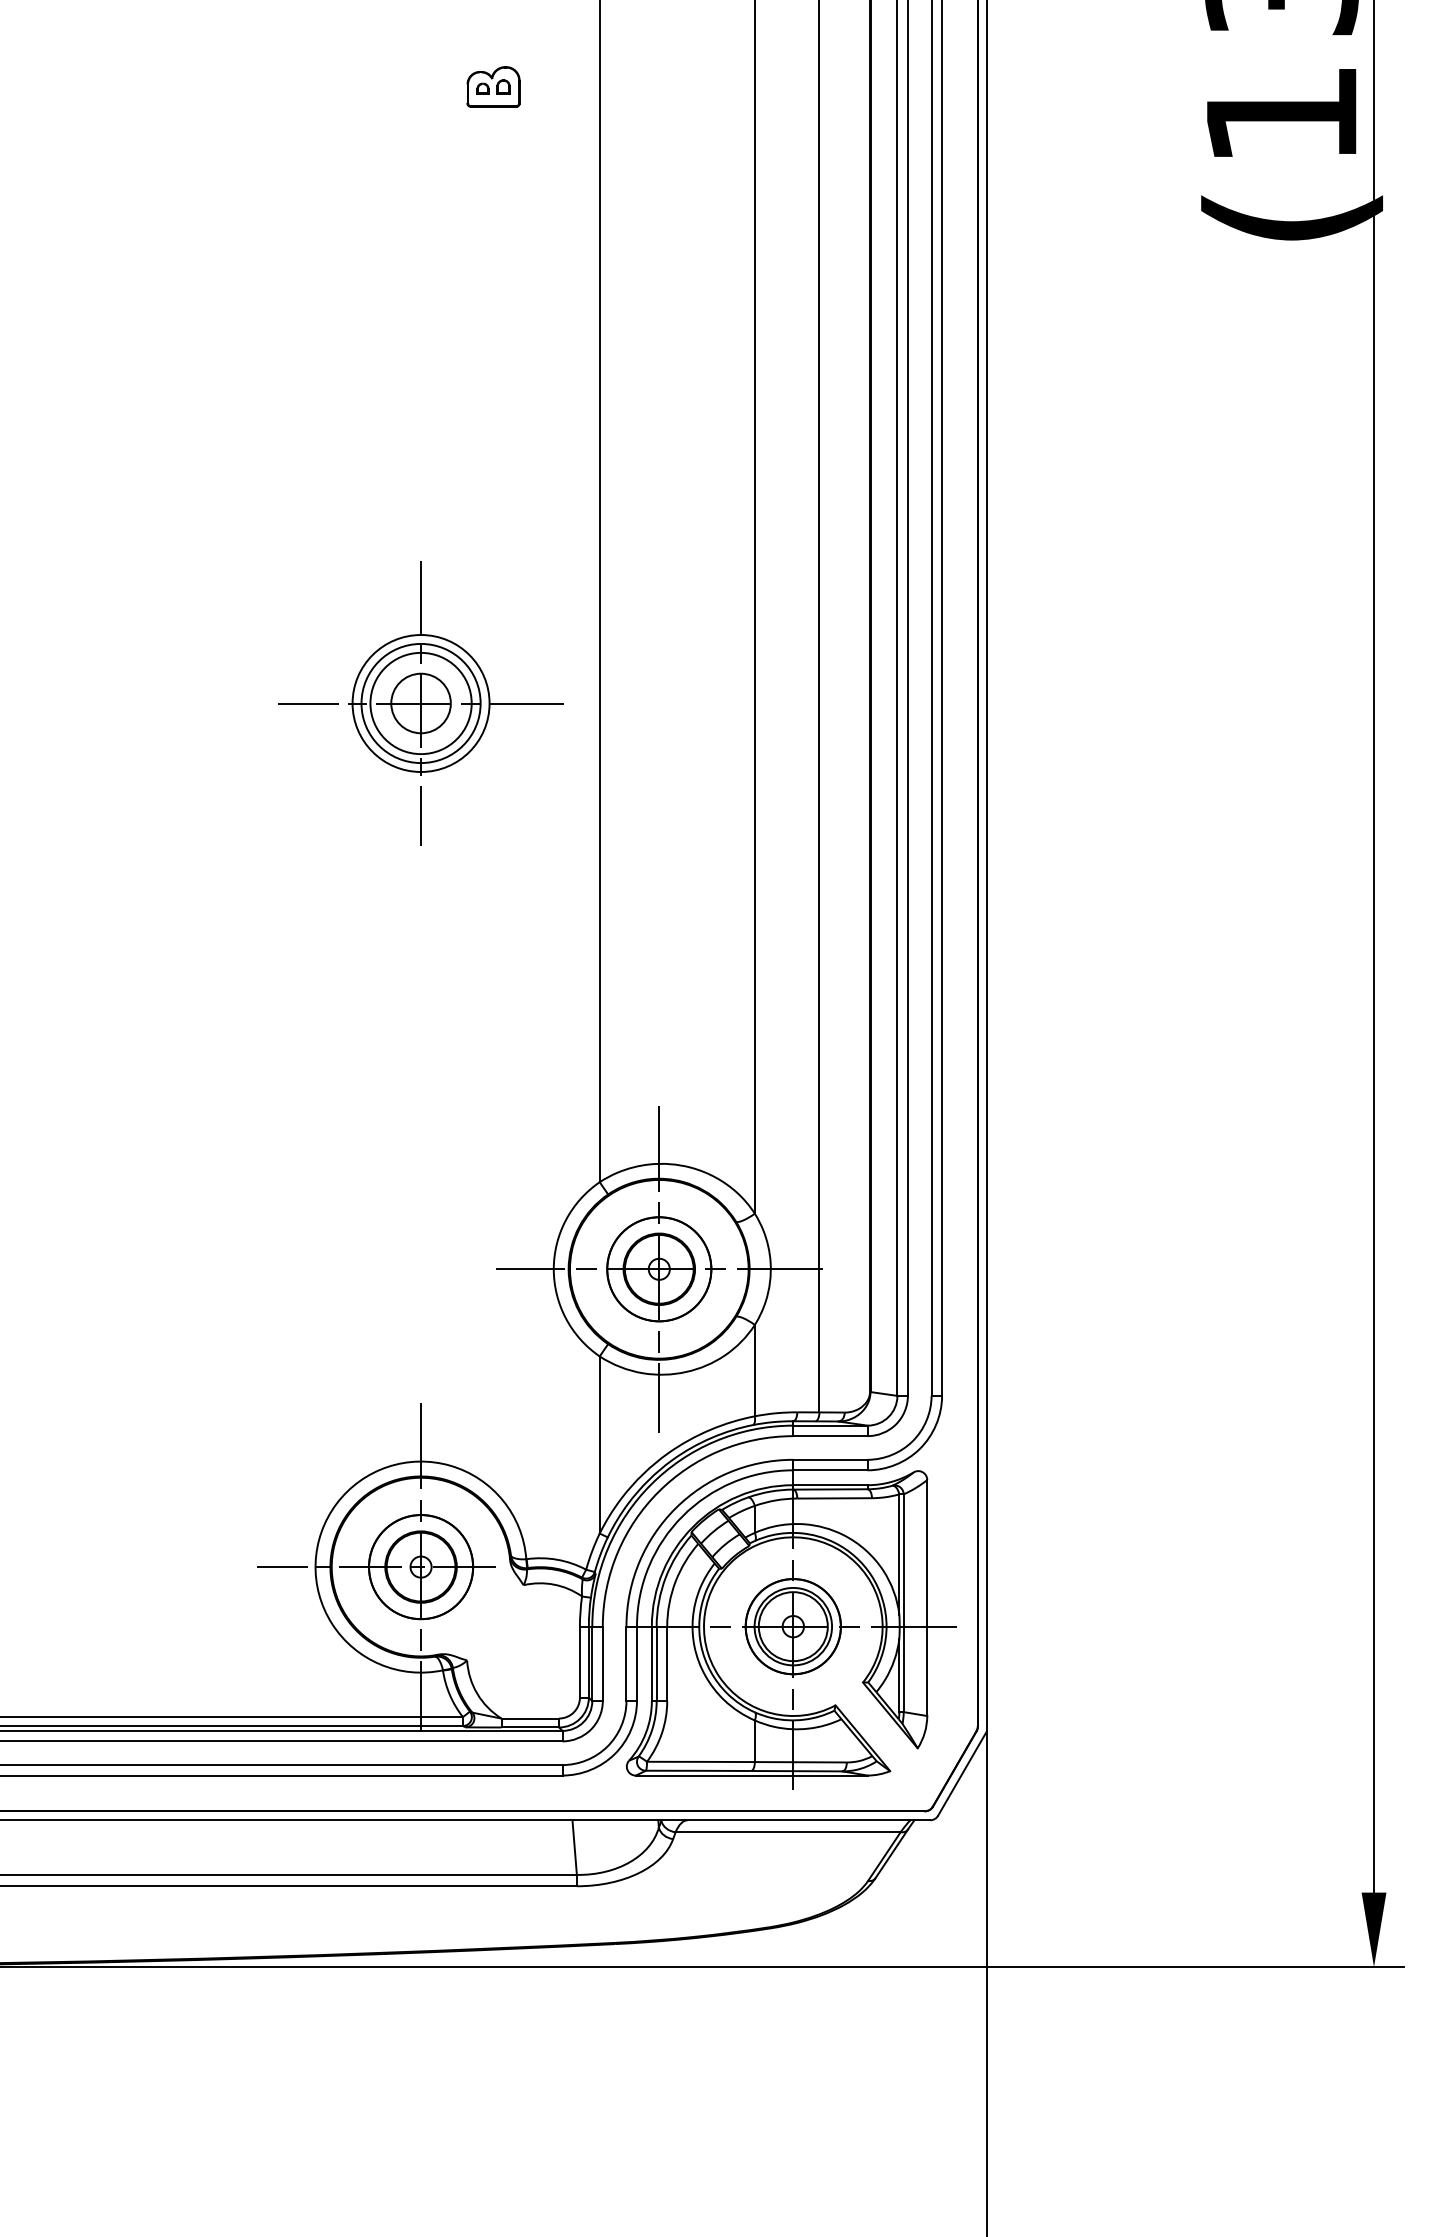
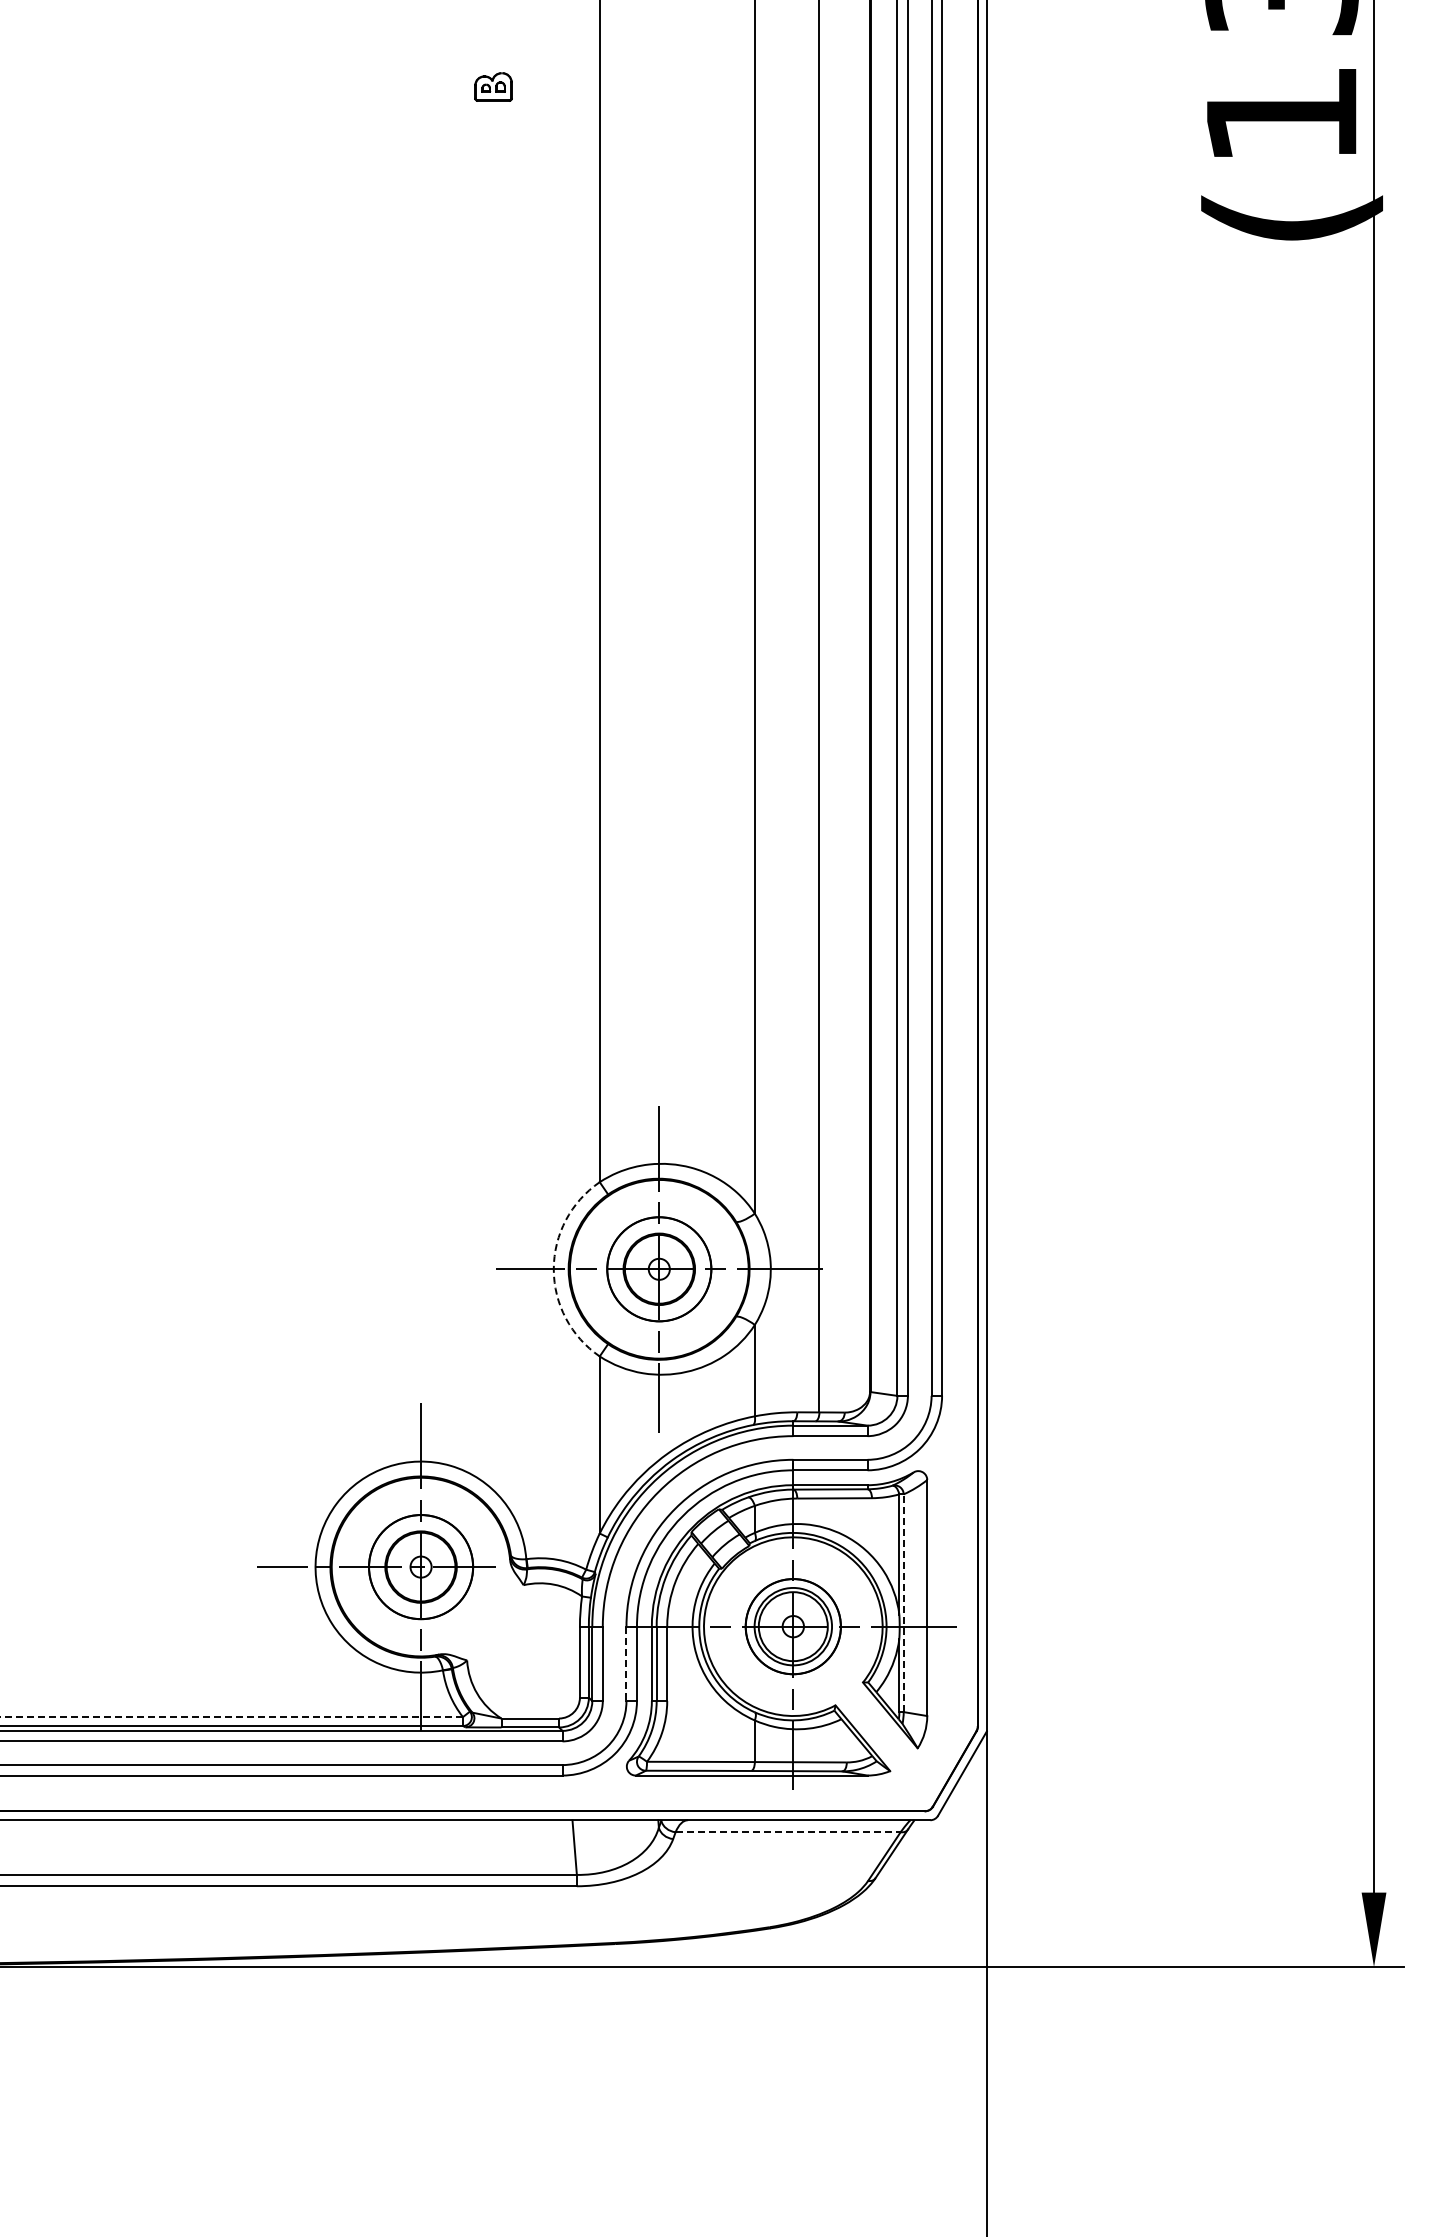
part at (493, 86) size: 55x42 px -> 39x30 px
part at (420, 703): present -> none
arc at (553, 1269): solid -> dashed
line at (903, 1603): solid -> dashed
line at (626, 1664): solid -> dashed
line at (231, 1717): solid -> dashed
line at (788, 1832): solid -> dashed
